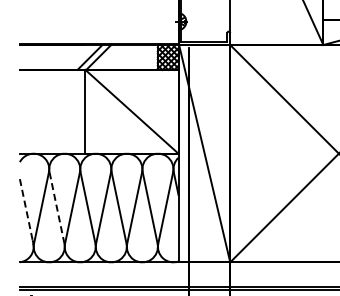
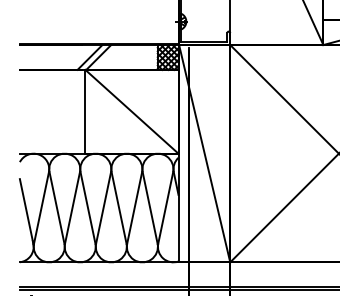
line at (57, 208): dashed -> solid
line at (26, 212): dashed -> solid
